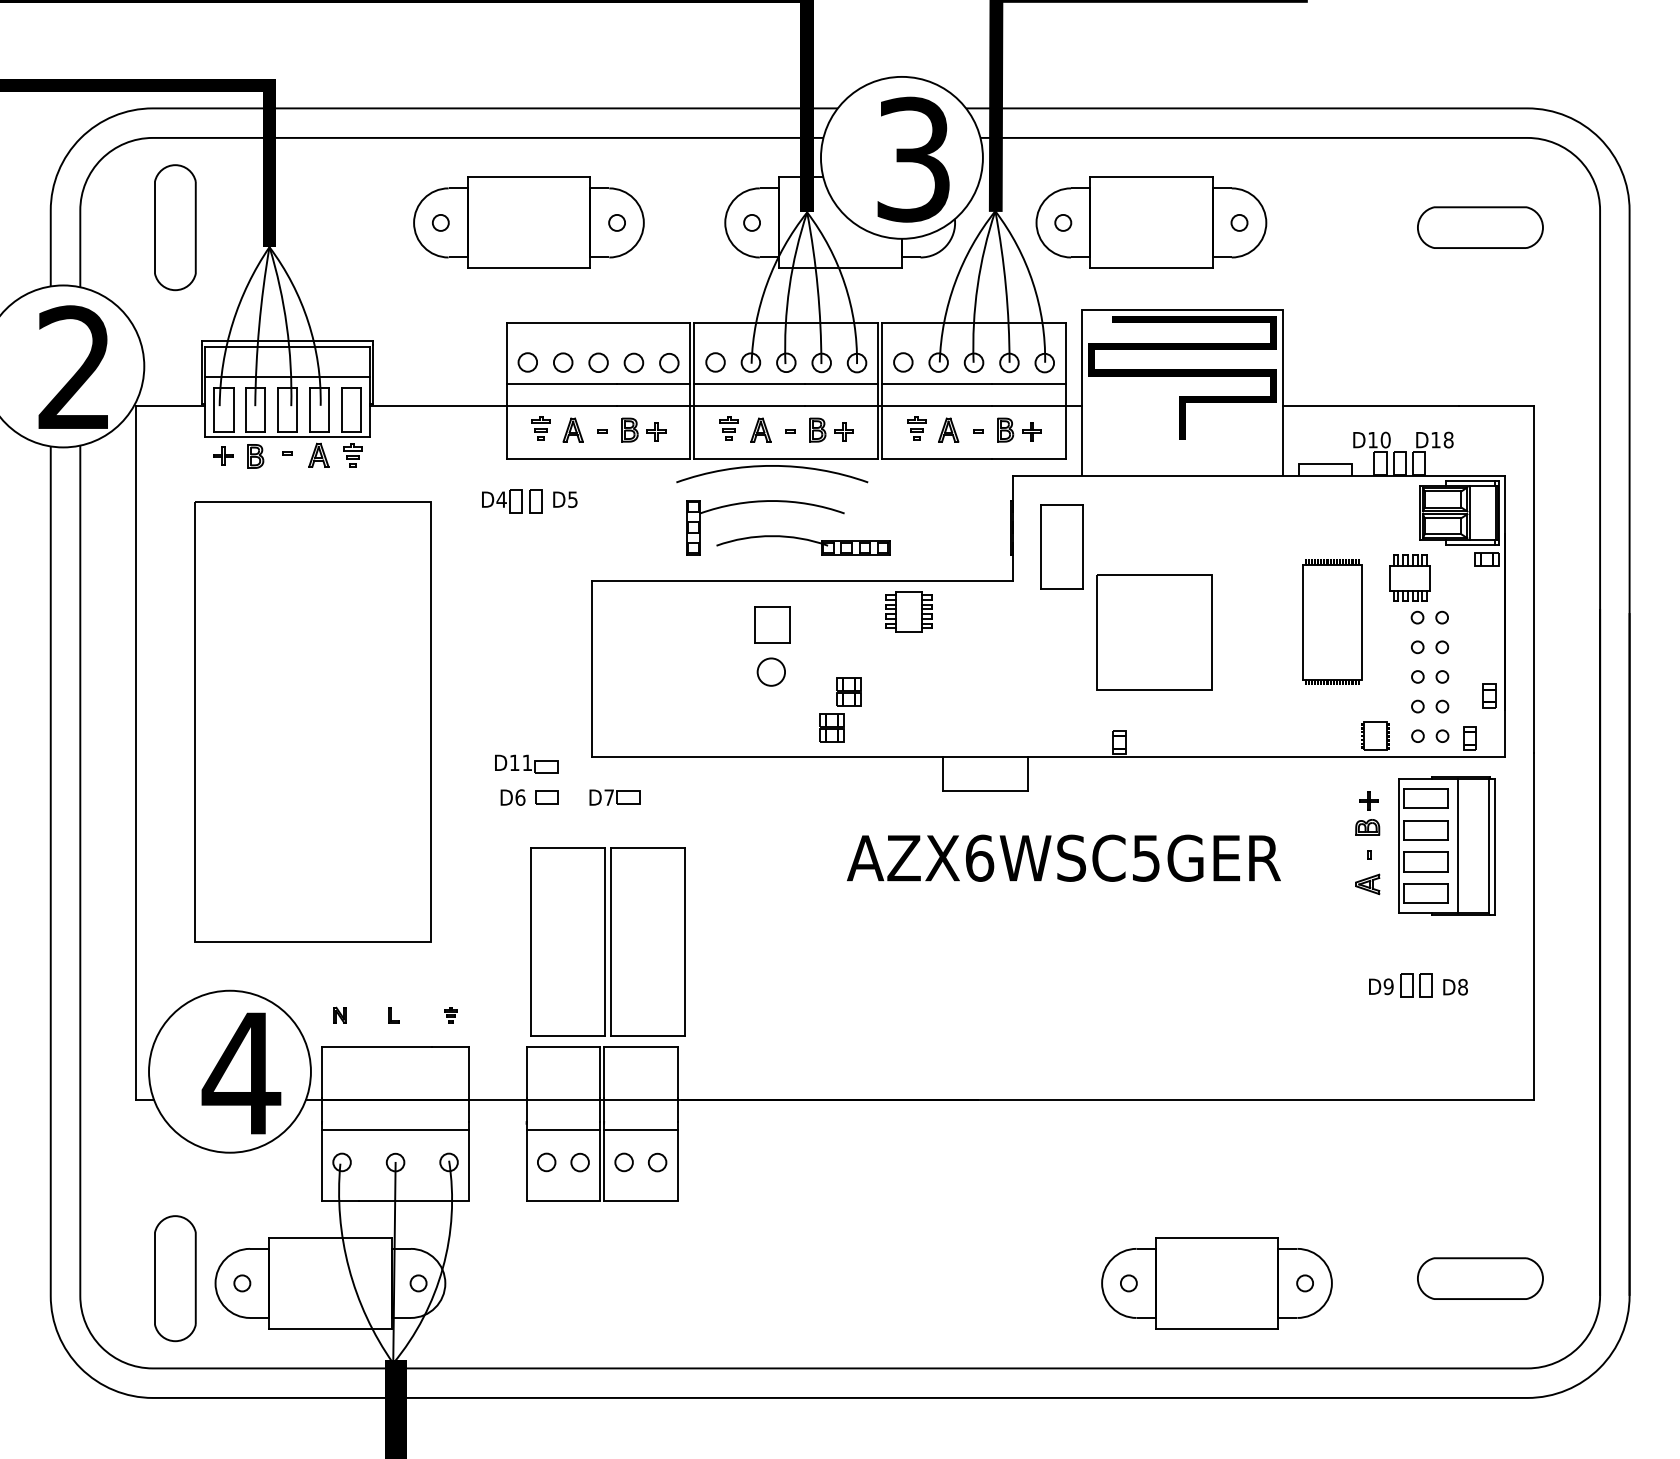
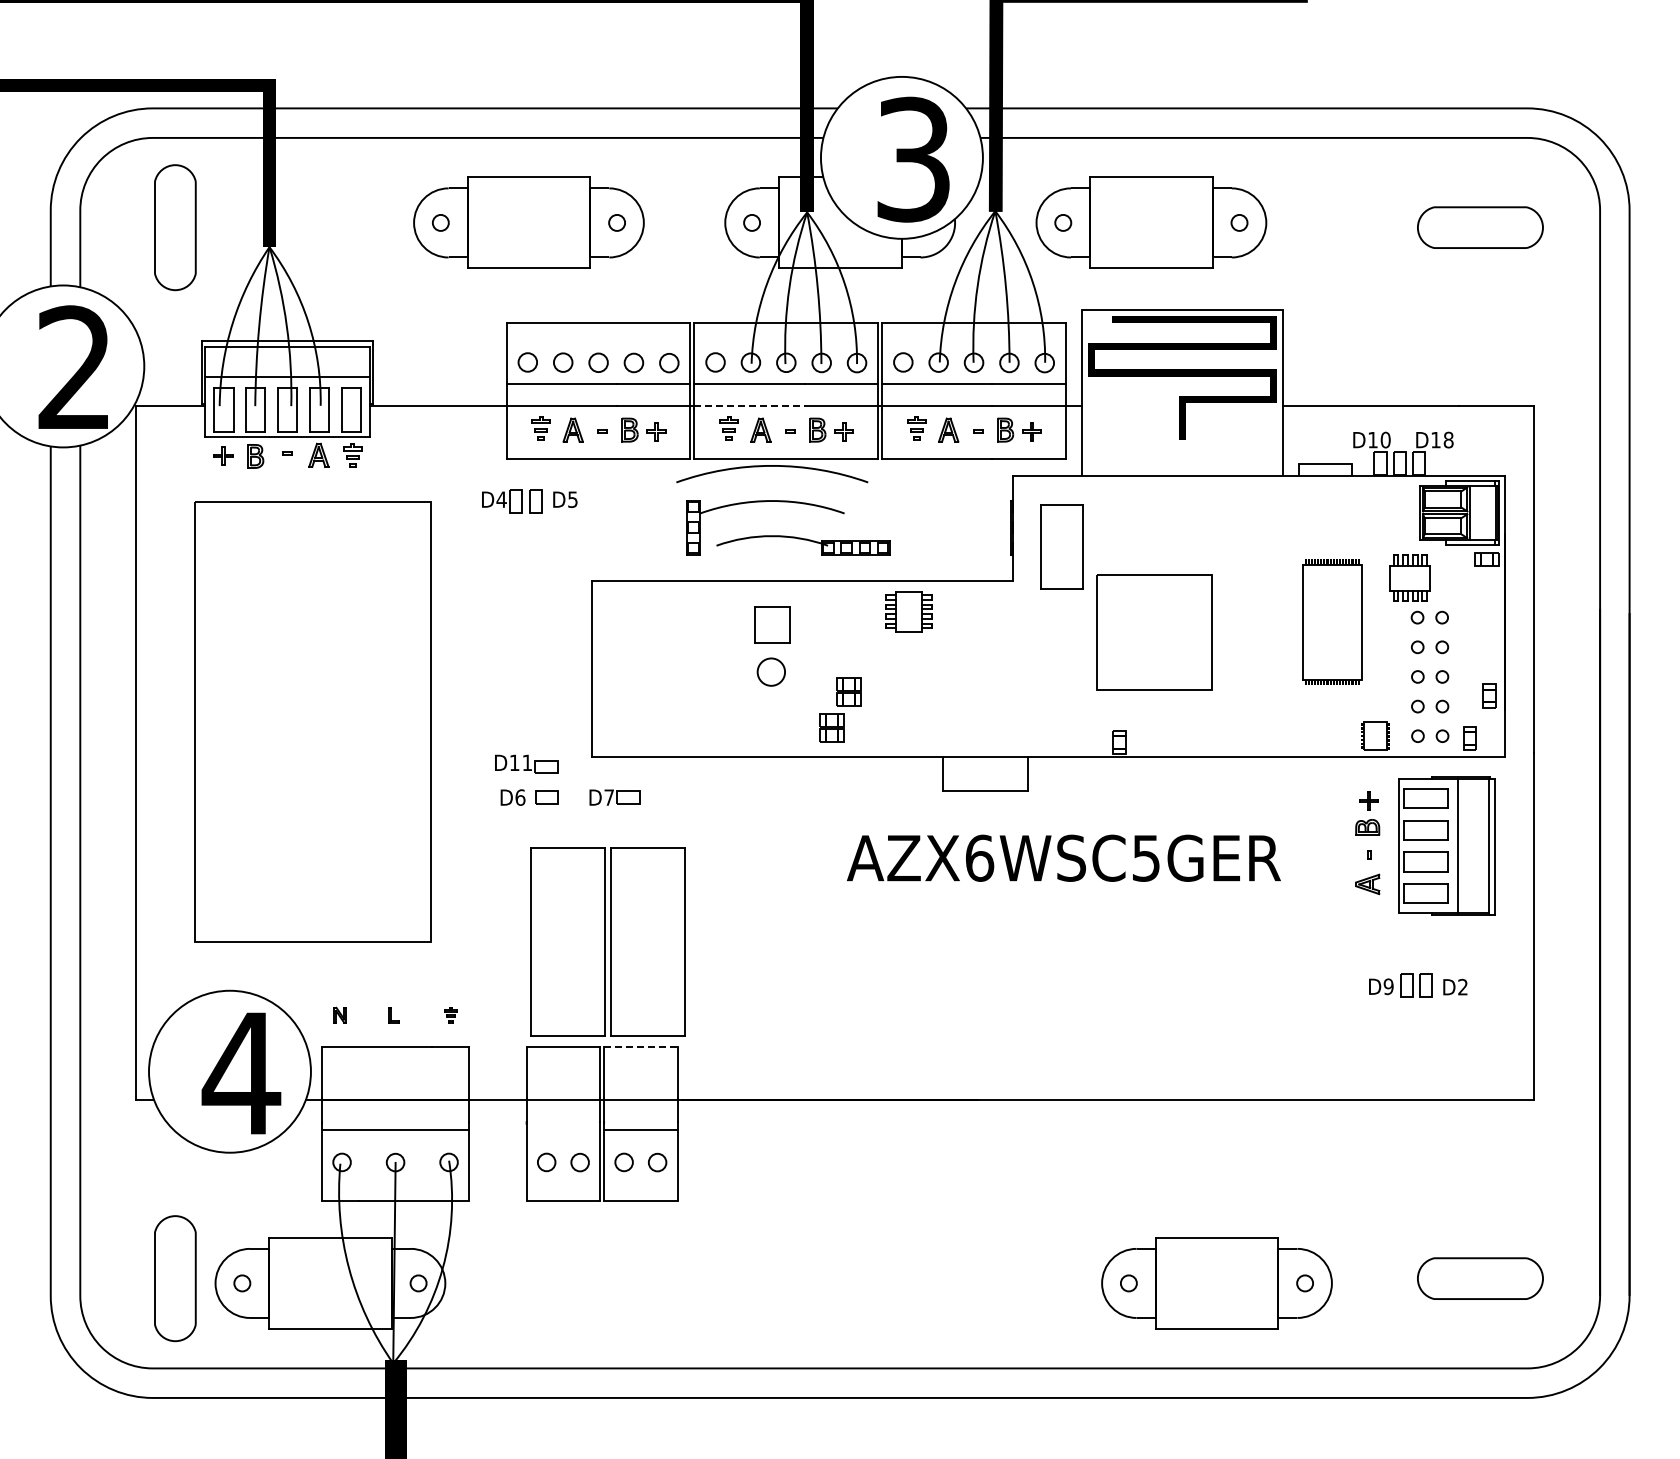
line at (750, 406): solid -> dashed
text at (1462, 987): D8 -> D2
line at (640, 1046): solid -> dashed
line at (563, 1129): present -> none
